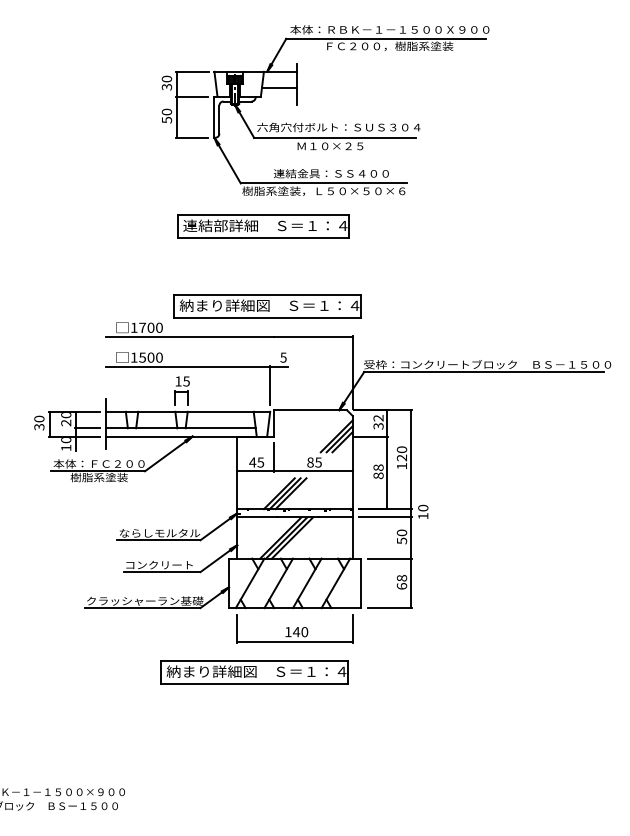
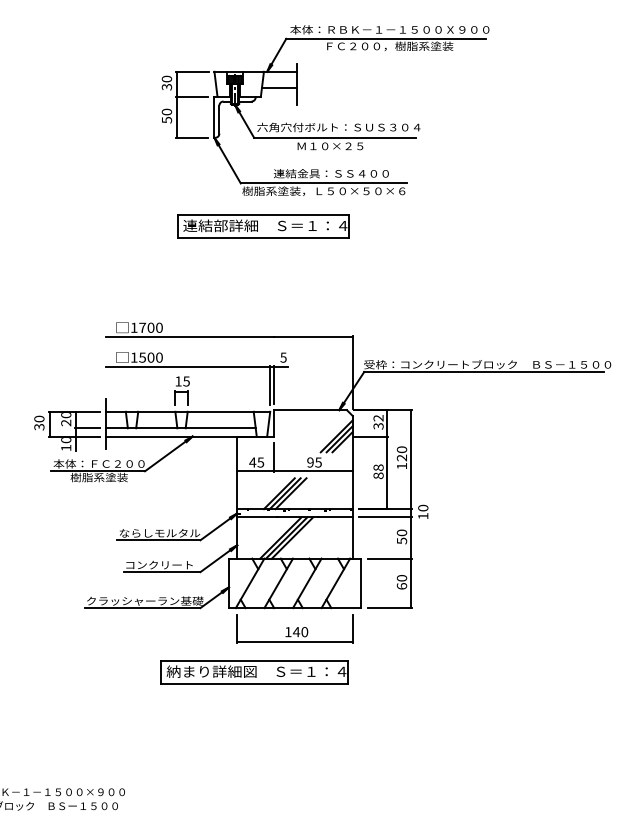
part at (267, 306): present -> none
line at (274, 384): none -> present
text at (310, 462): 85 -> 95
text at (401, 578): 68 -> 60
